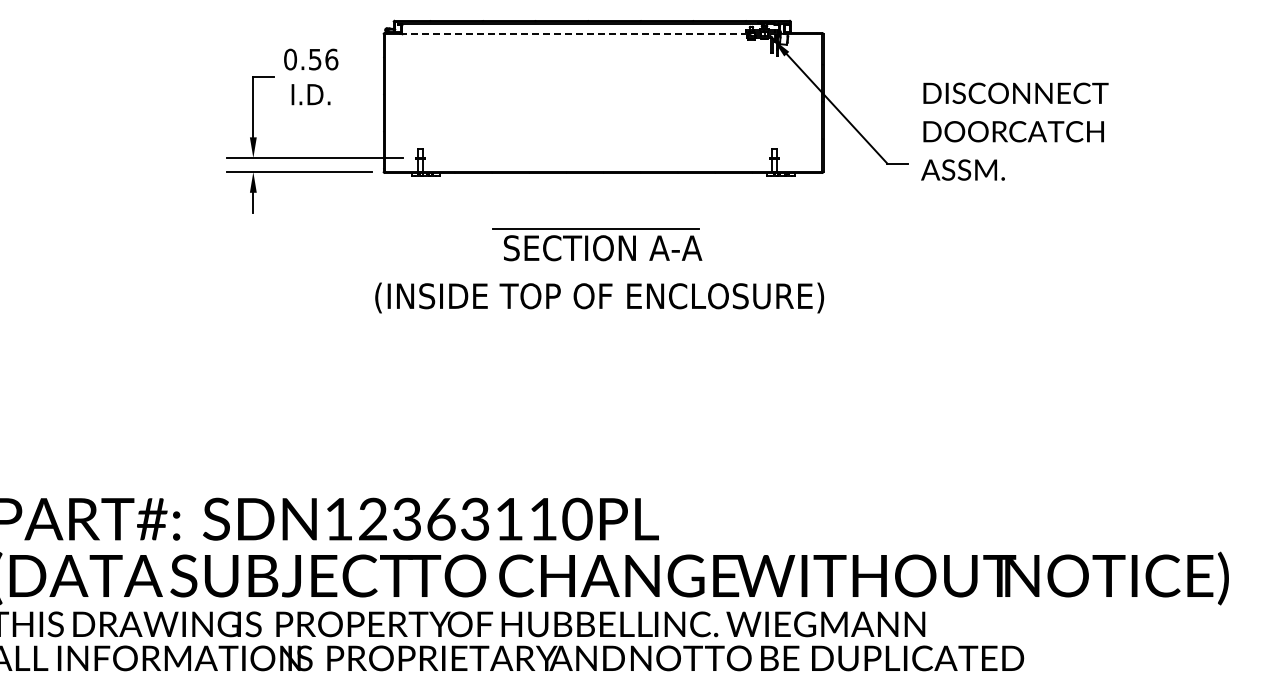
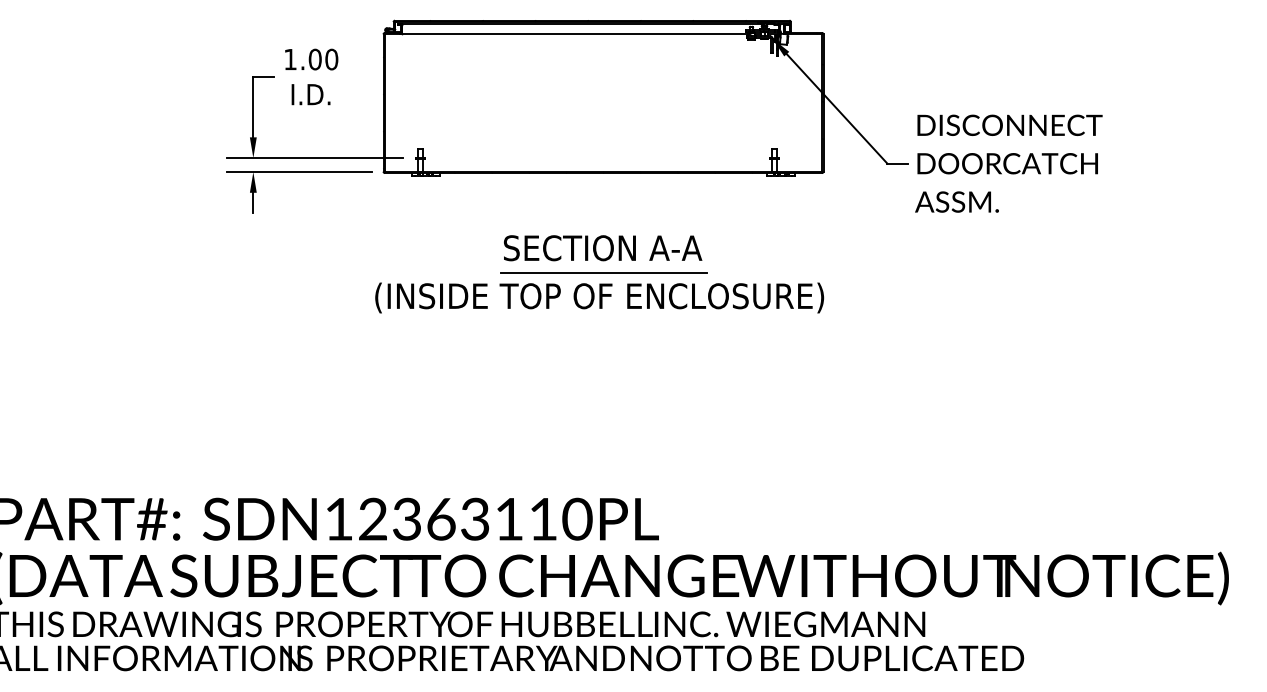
line at (575, 33): dashed -> solid
text at (311, 59): 0.56 -> 1.00
text at (1014, 131) position: (1014, 131) -> (1008, 163)
line at (595, 228) position: (595, 228) -> (603, 272)
